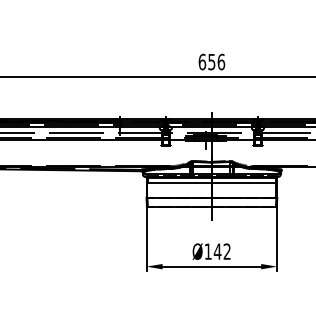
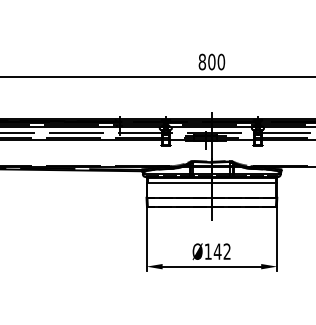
text at (211, 61): 656 -> 800
